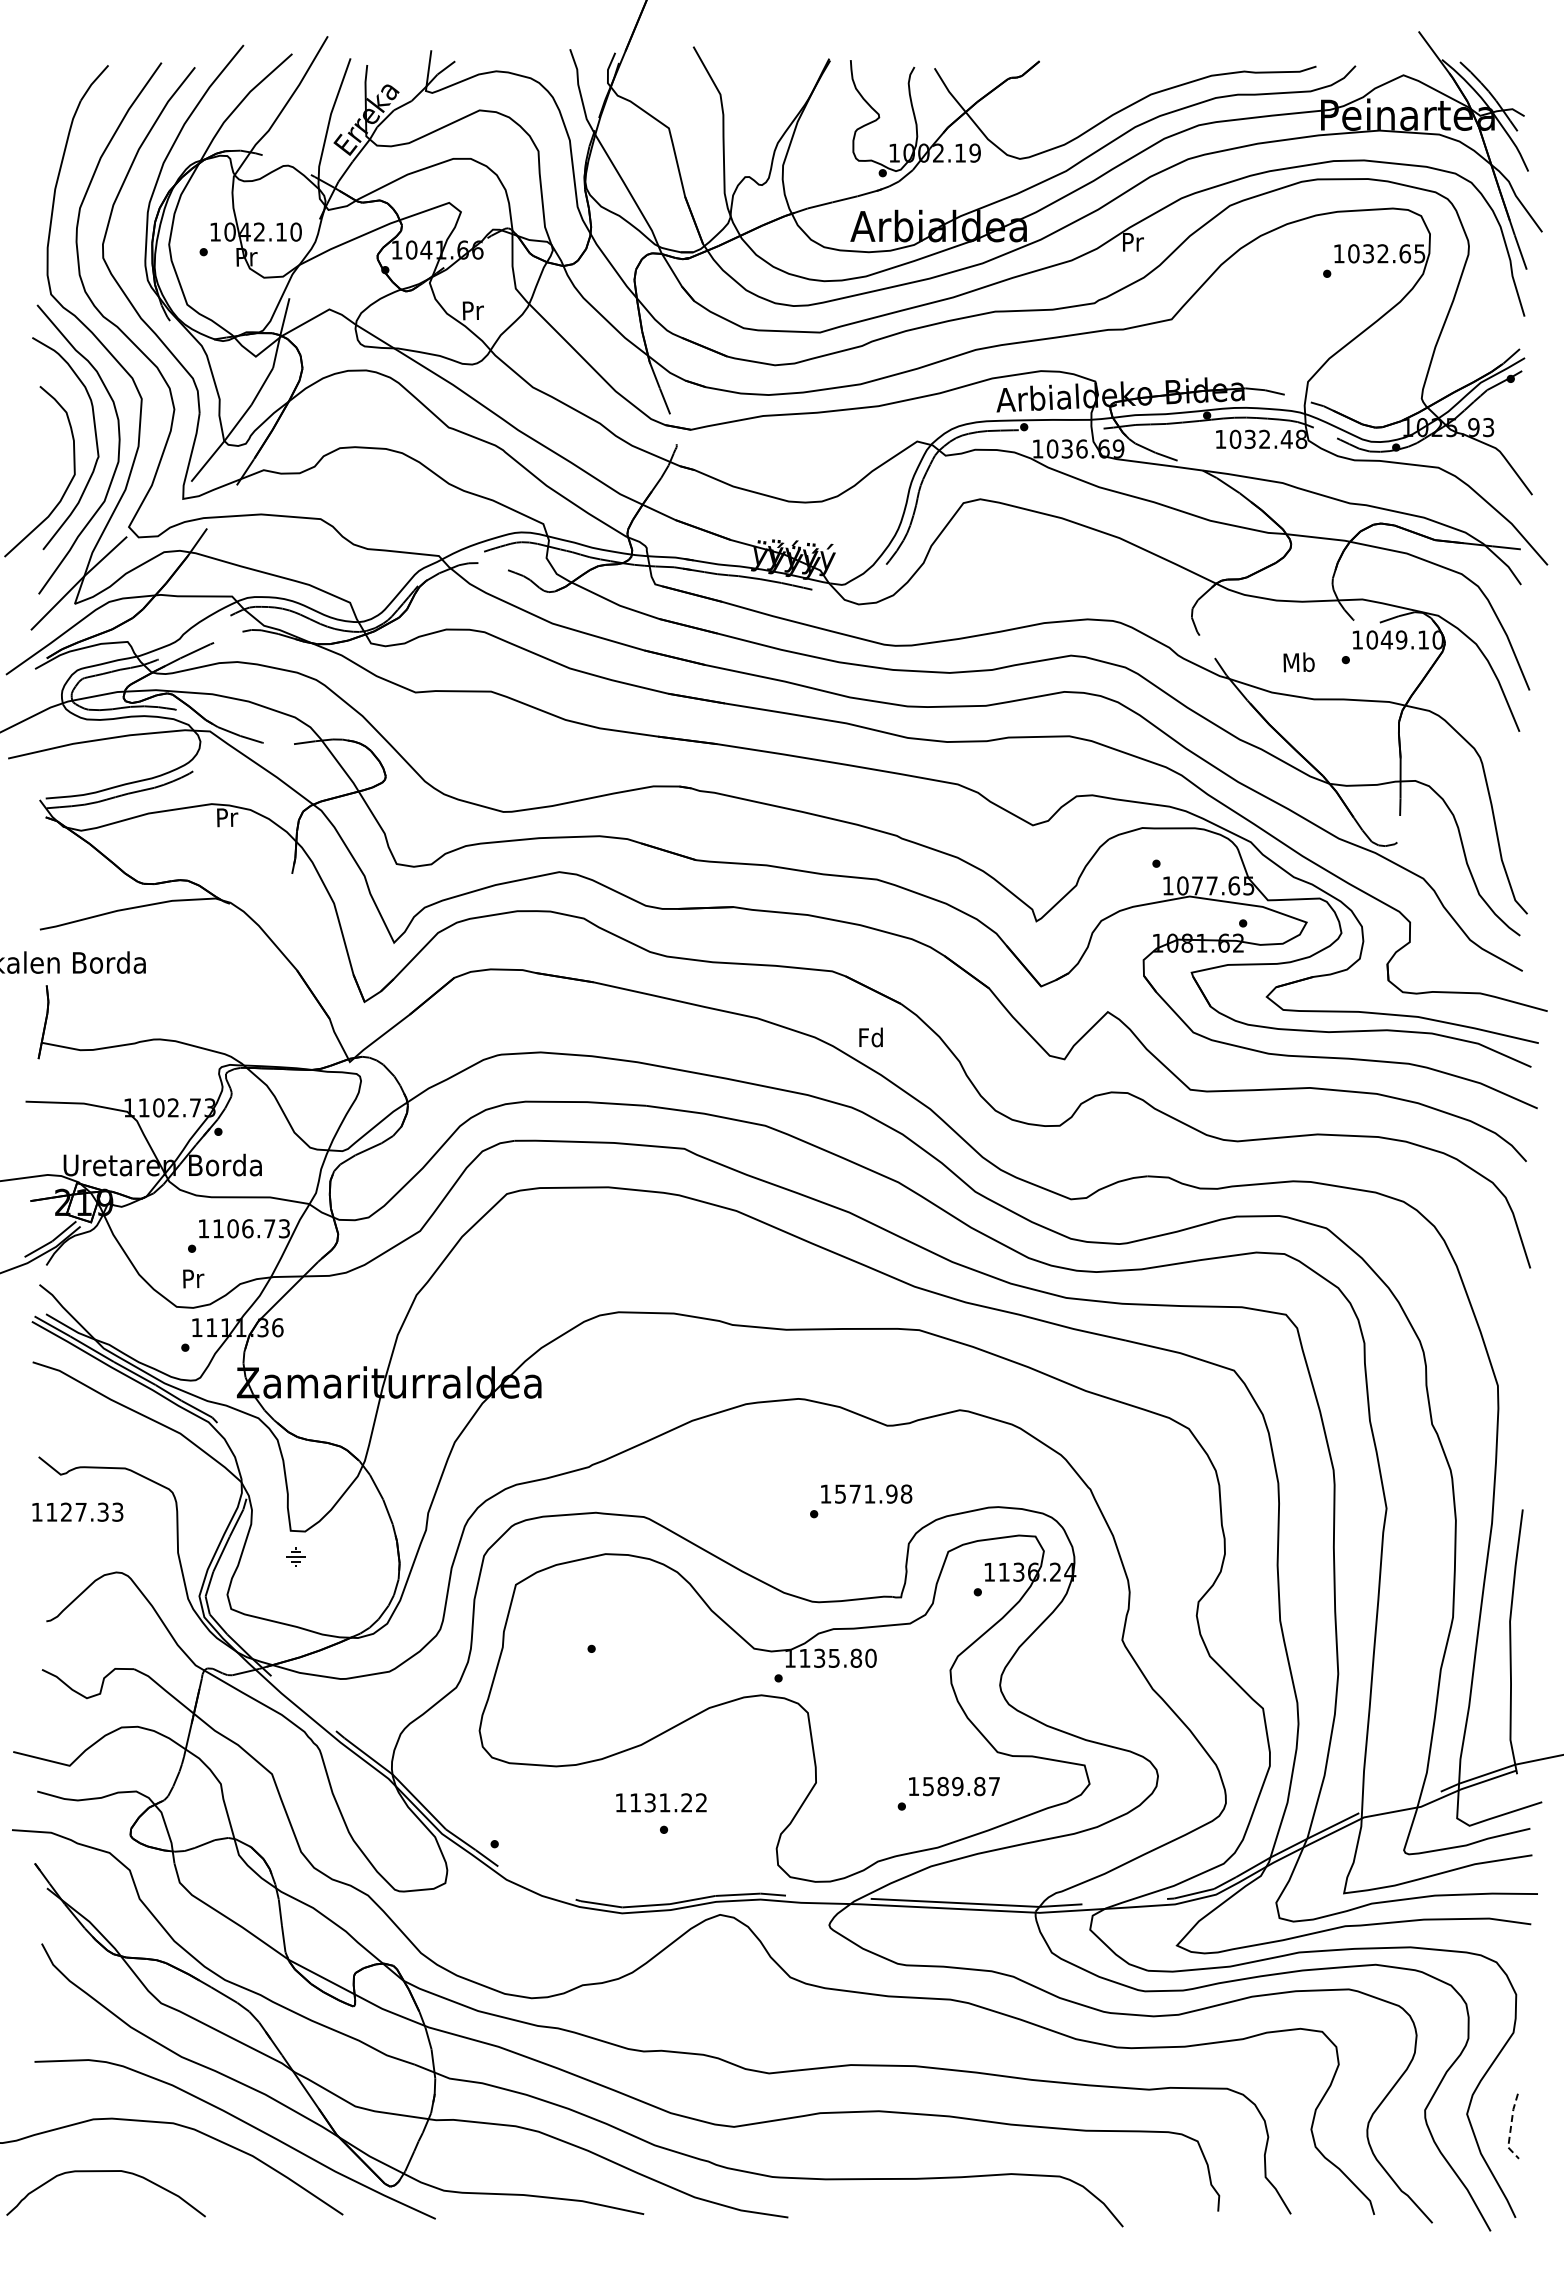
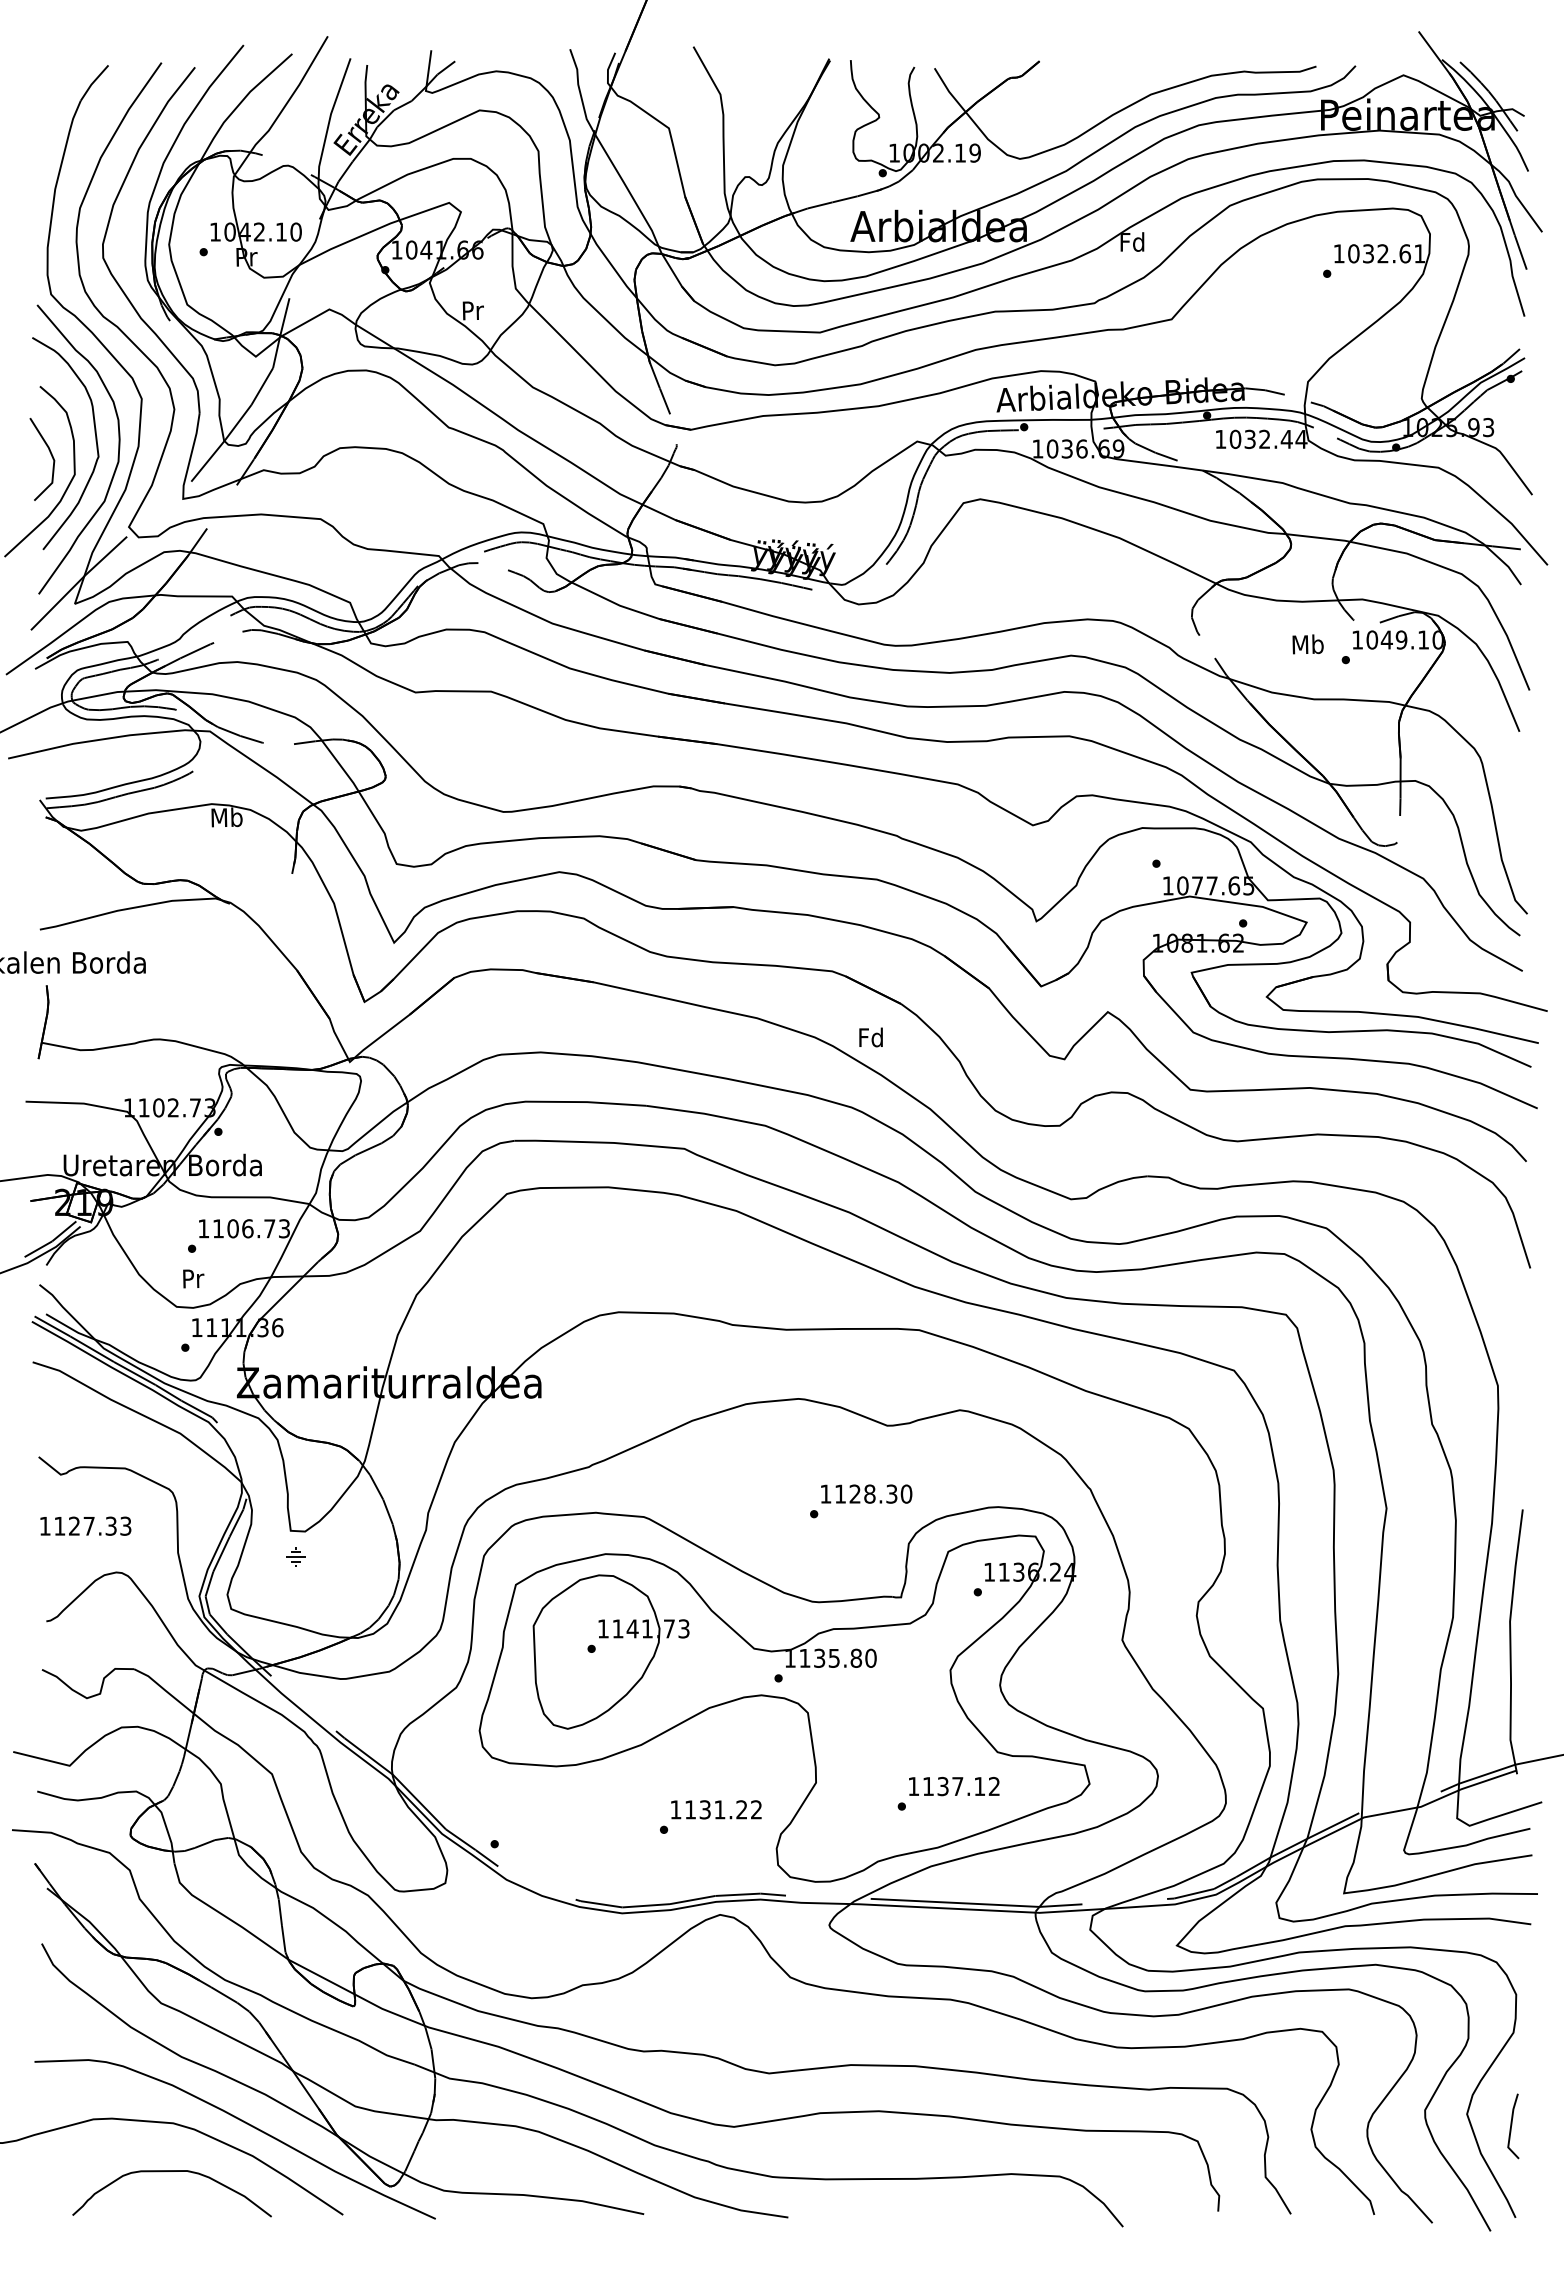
text at (1132, 241): Pr -> Fd
text at (1419, 253): 1032.65 -> 1032.61
text at (1301, 439): 1032.48 -> 1032.44
line at (50, 454): none -> present
text at (1298, 662) position: (1298, 662) -> (1307, 644)
text at (226, 817): Pr -> Mb
text at (873, 1493): 1571.98 -> 1128.30
text at (77, 1511) position: (77, 1511) -> (85, 1525)
part at (610, 1651): none -> present
text at (961, 1786): 1589.87 -> 1137.12
text at (661, 1802) position: (661, 1802) -> (716, 1809)
line at (1510, 2127): dashed -> solid
curve at (105, 2171) position: (105, 2171) -> (171, 2171)
